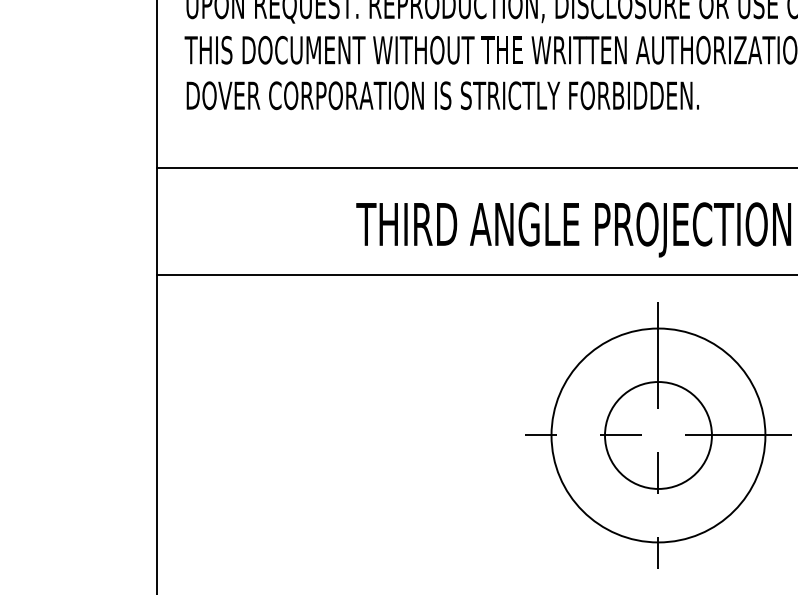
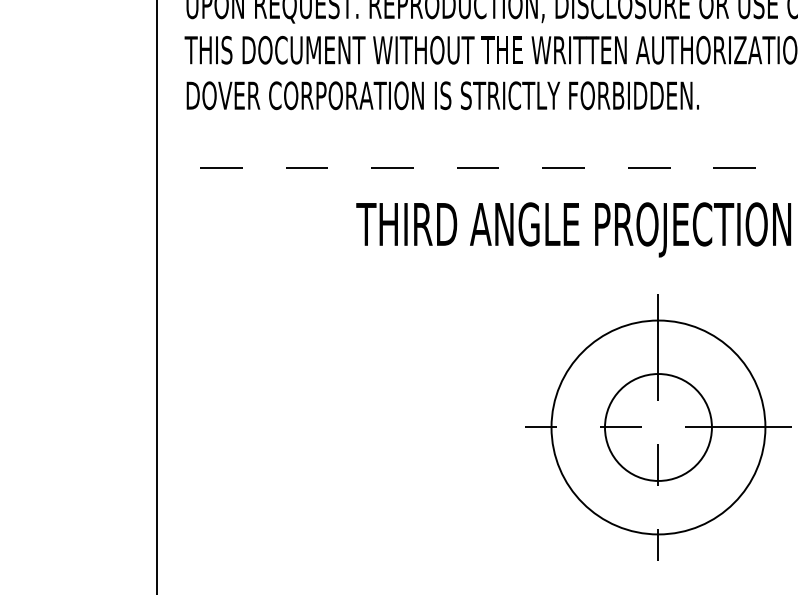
line at (477, 168): solid -> dashed
line at (475, 275): present -> none
part at (658, 435) position: (658, 435) -> (658, 427)
